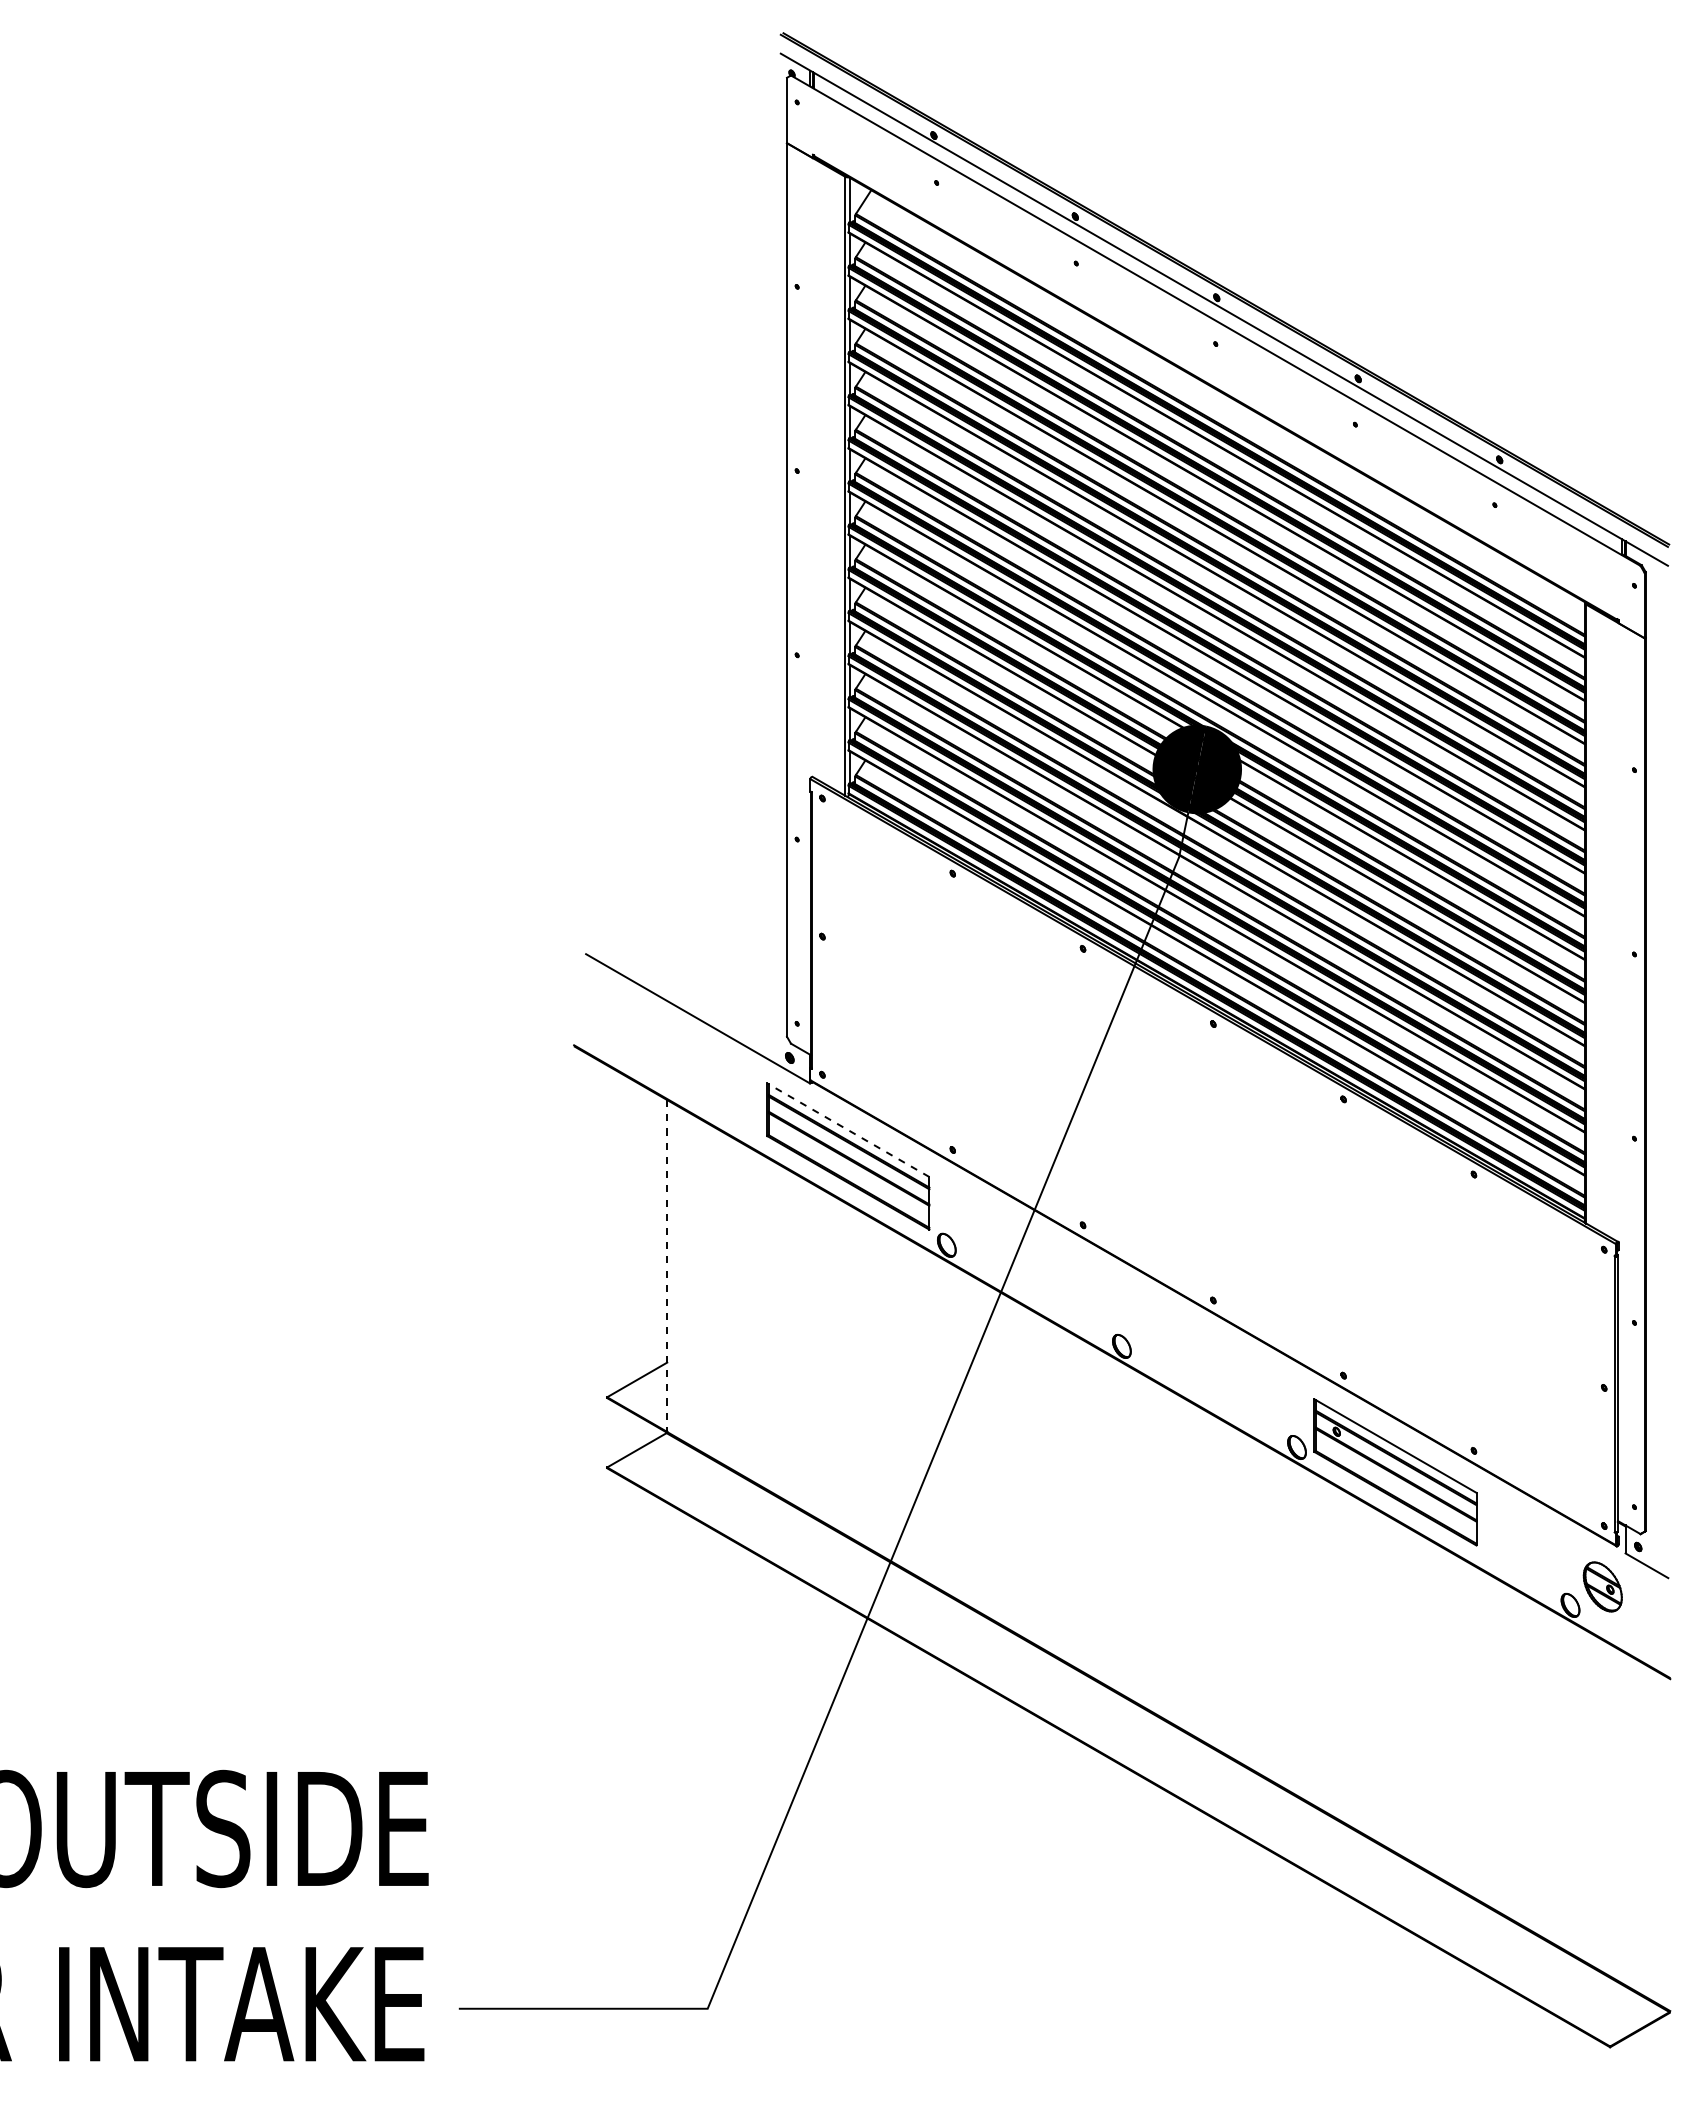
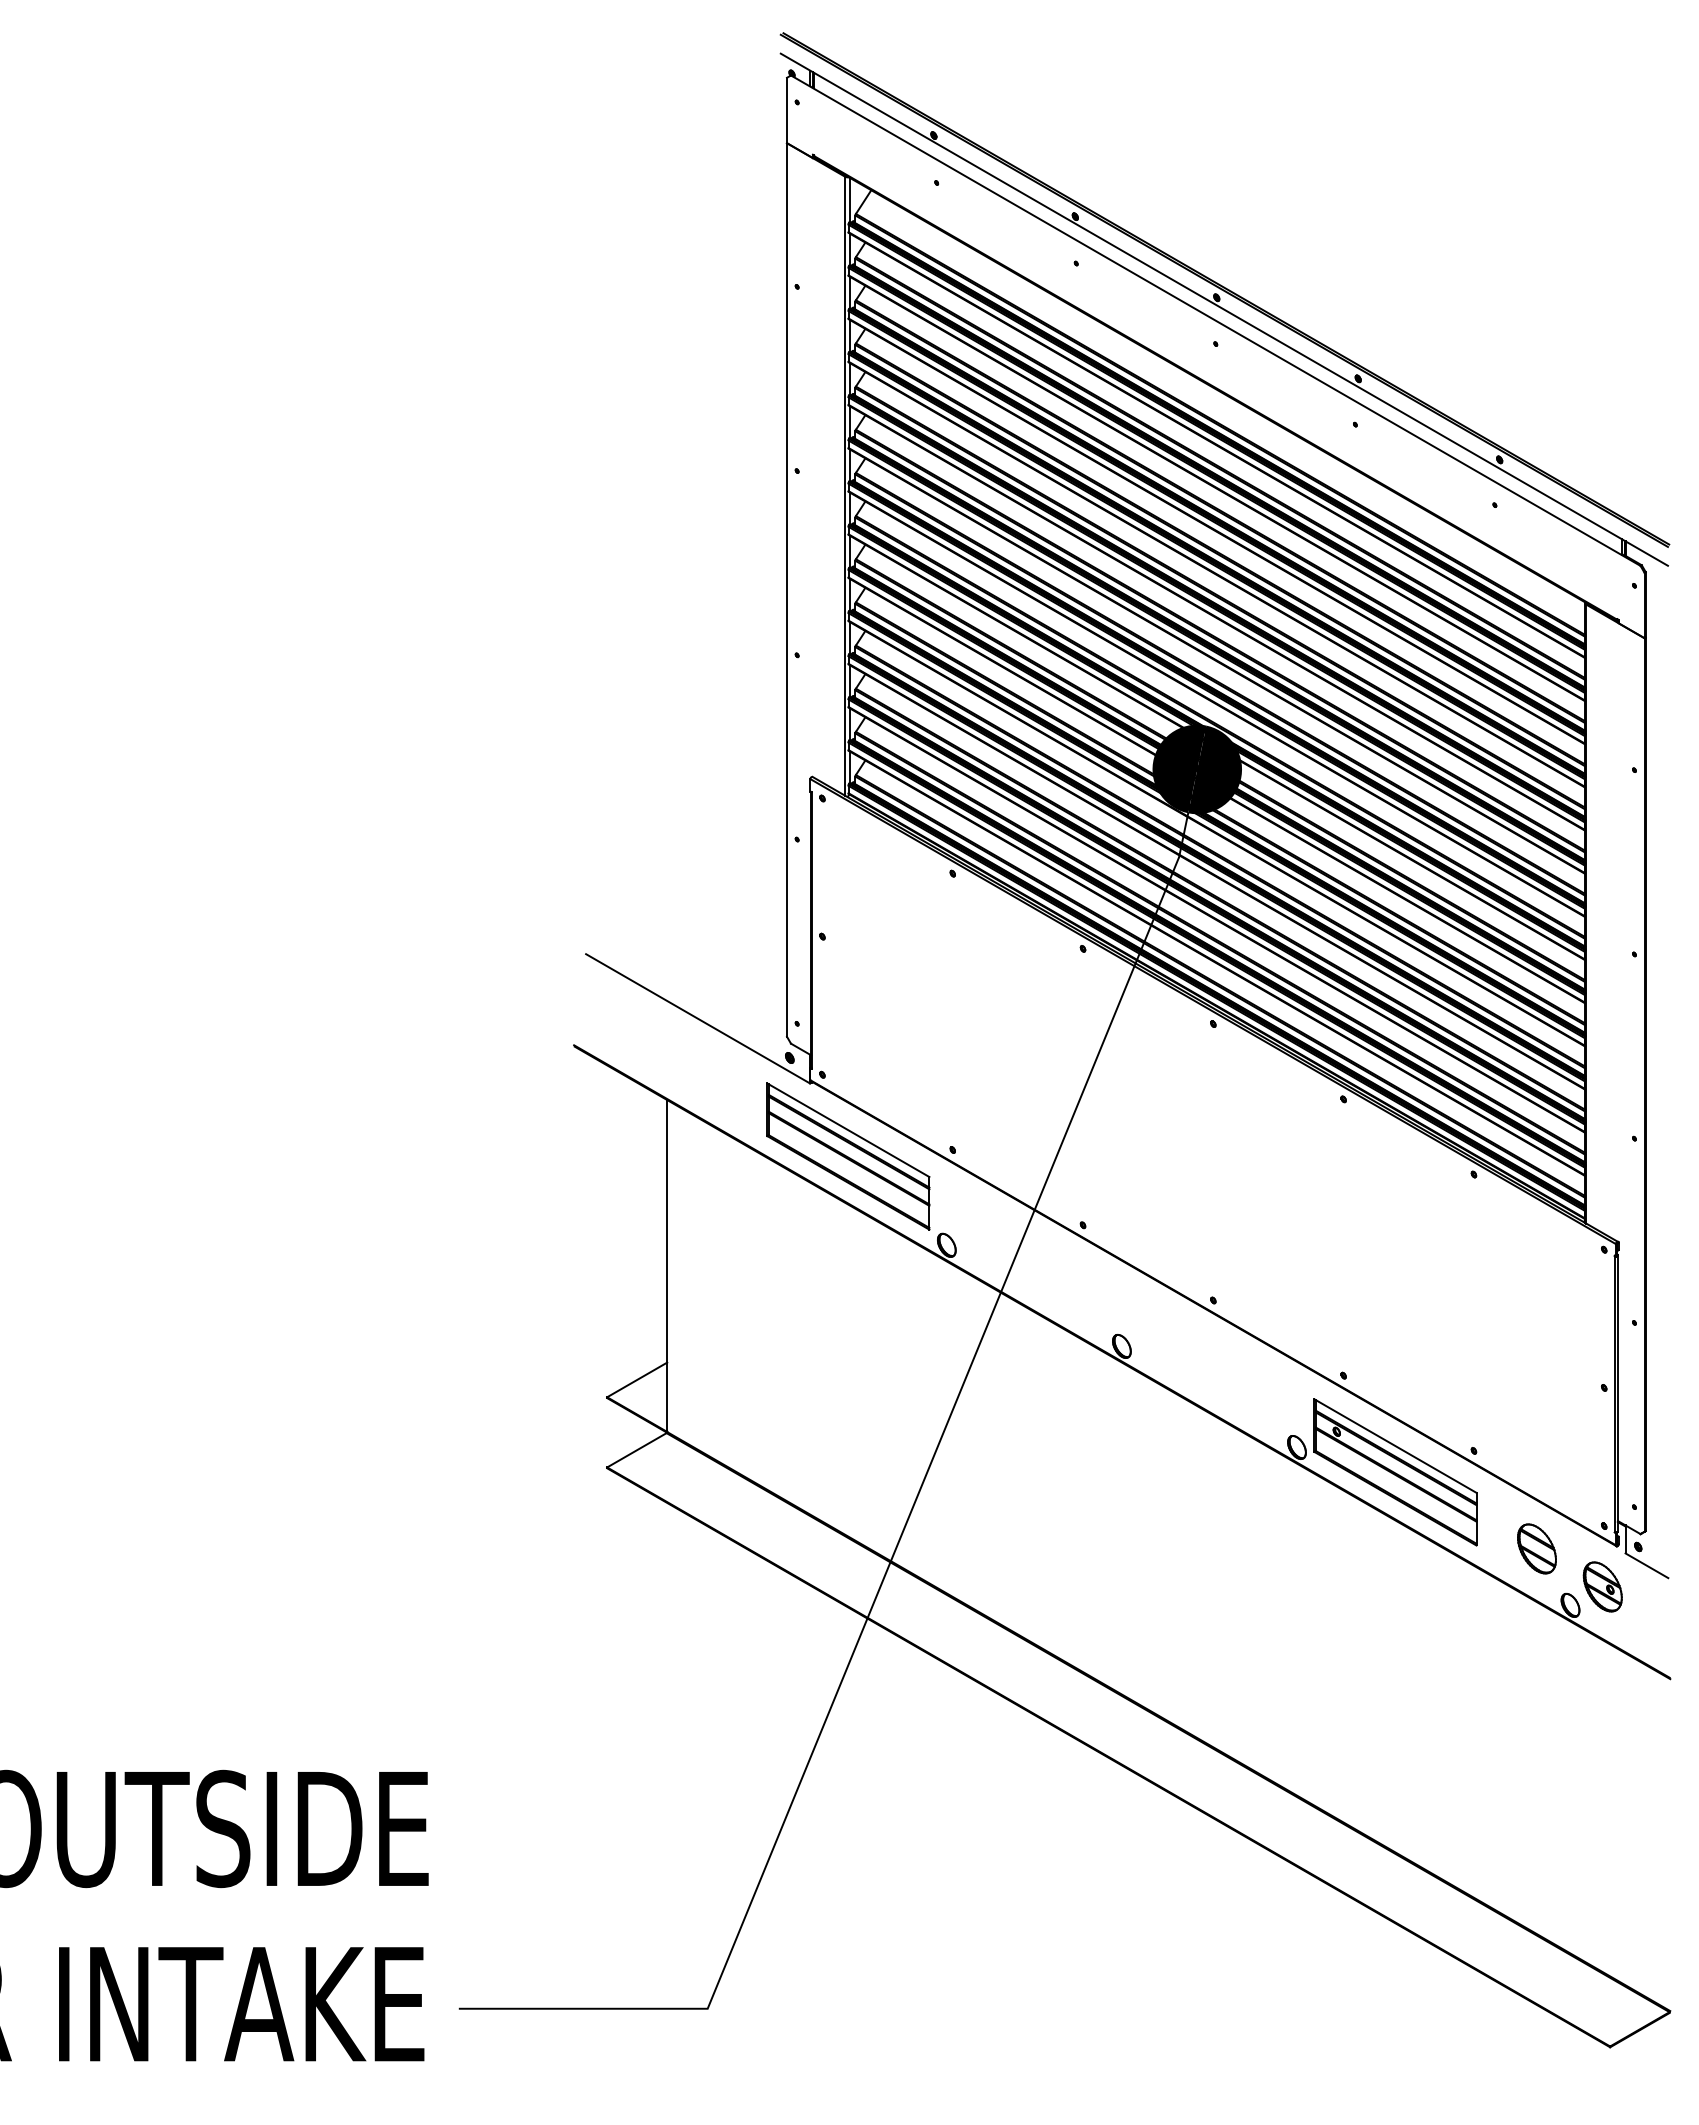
line at (848, 1130): dashed -> solid
line at (667, 1266): dashed -> solid
part at (1536, 1548): none -> present
